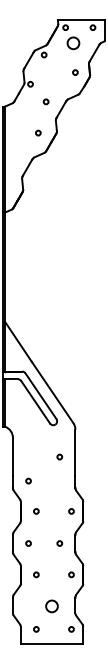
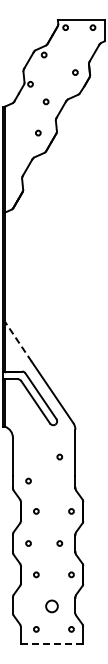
circle at (73, 43): present -> none
line at (18, 341): solid -> dashed
line at (52, 644): solid -> dashed
